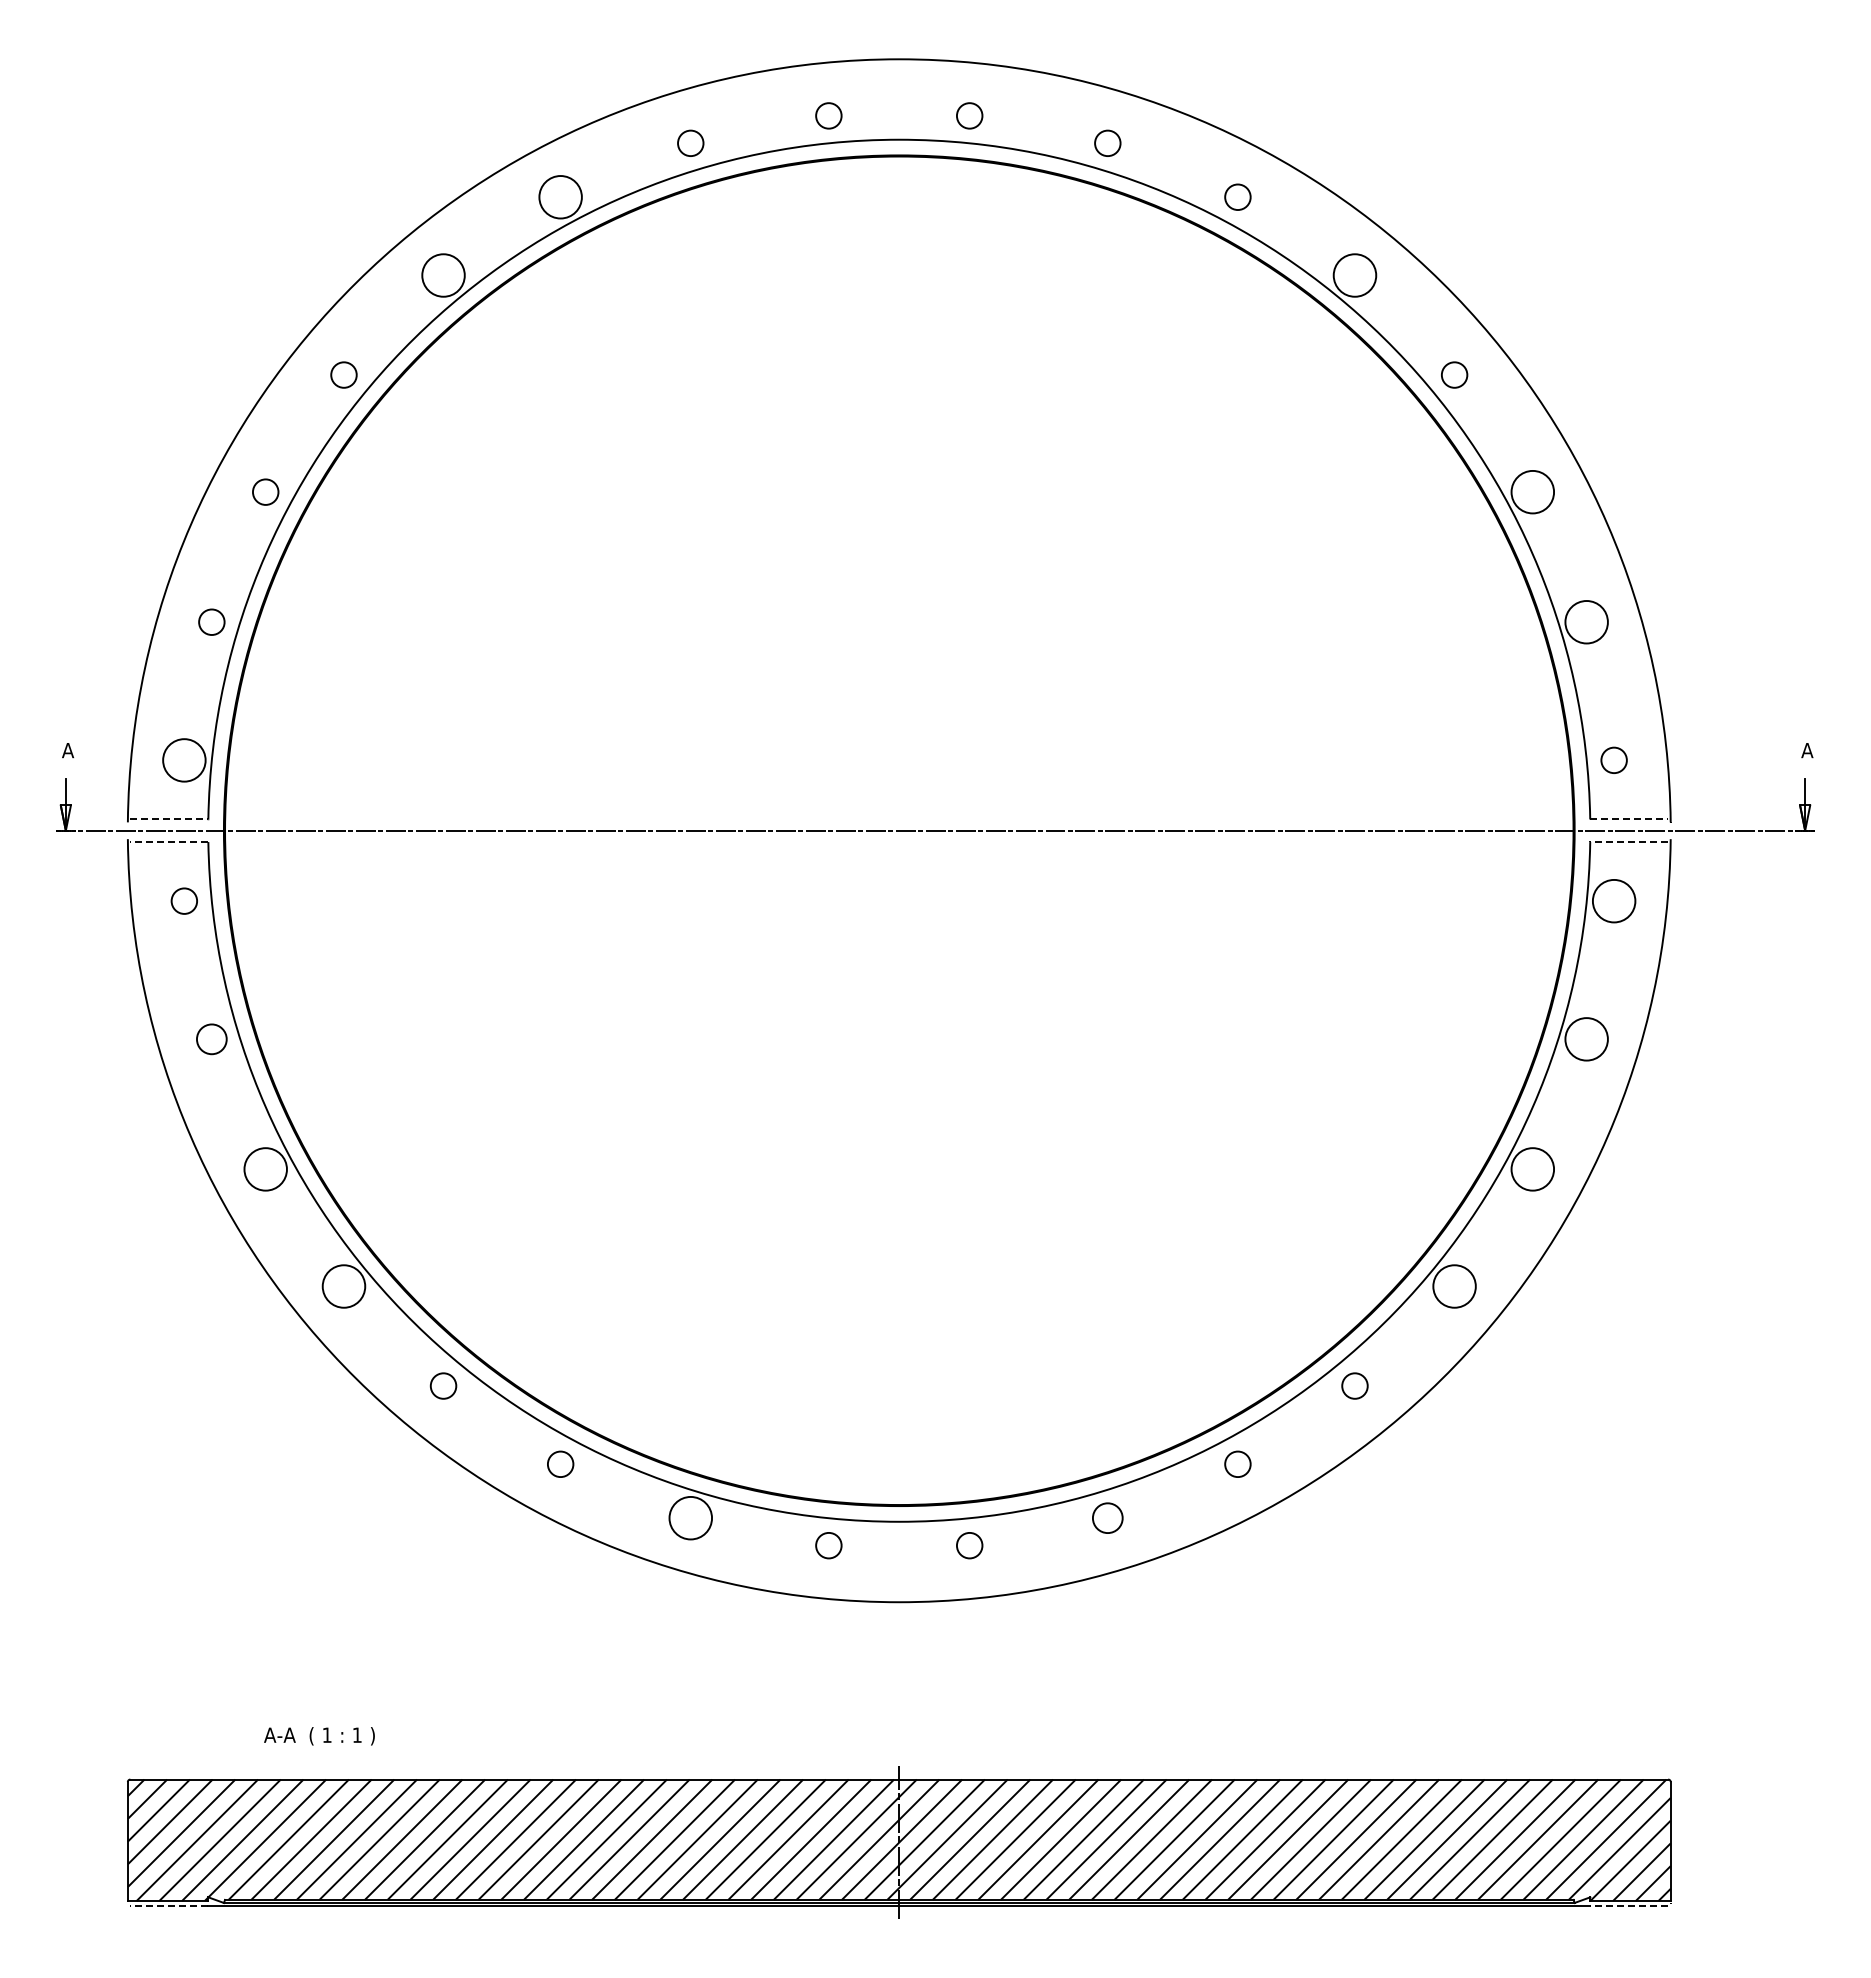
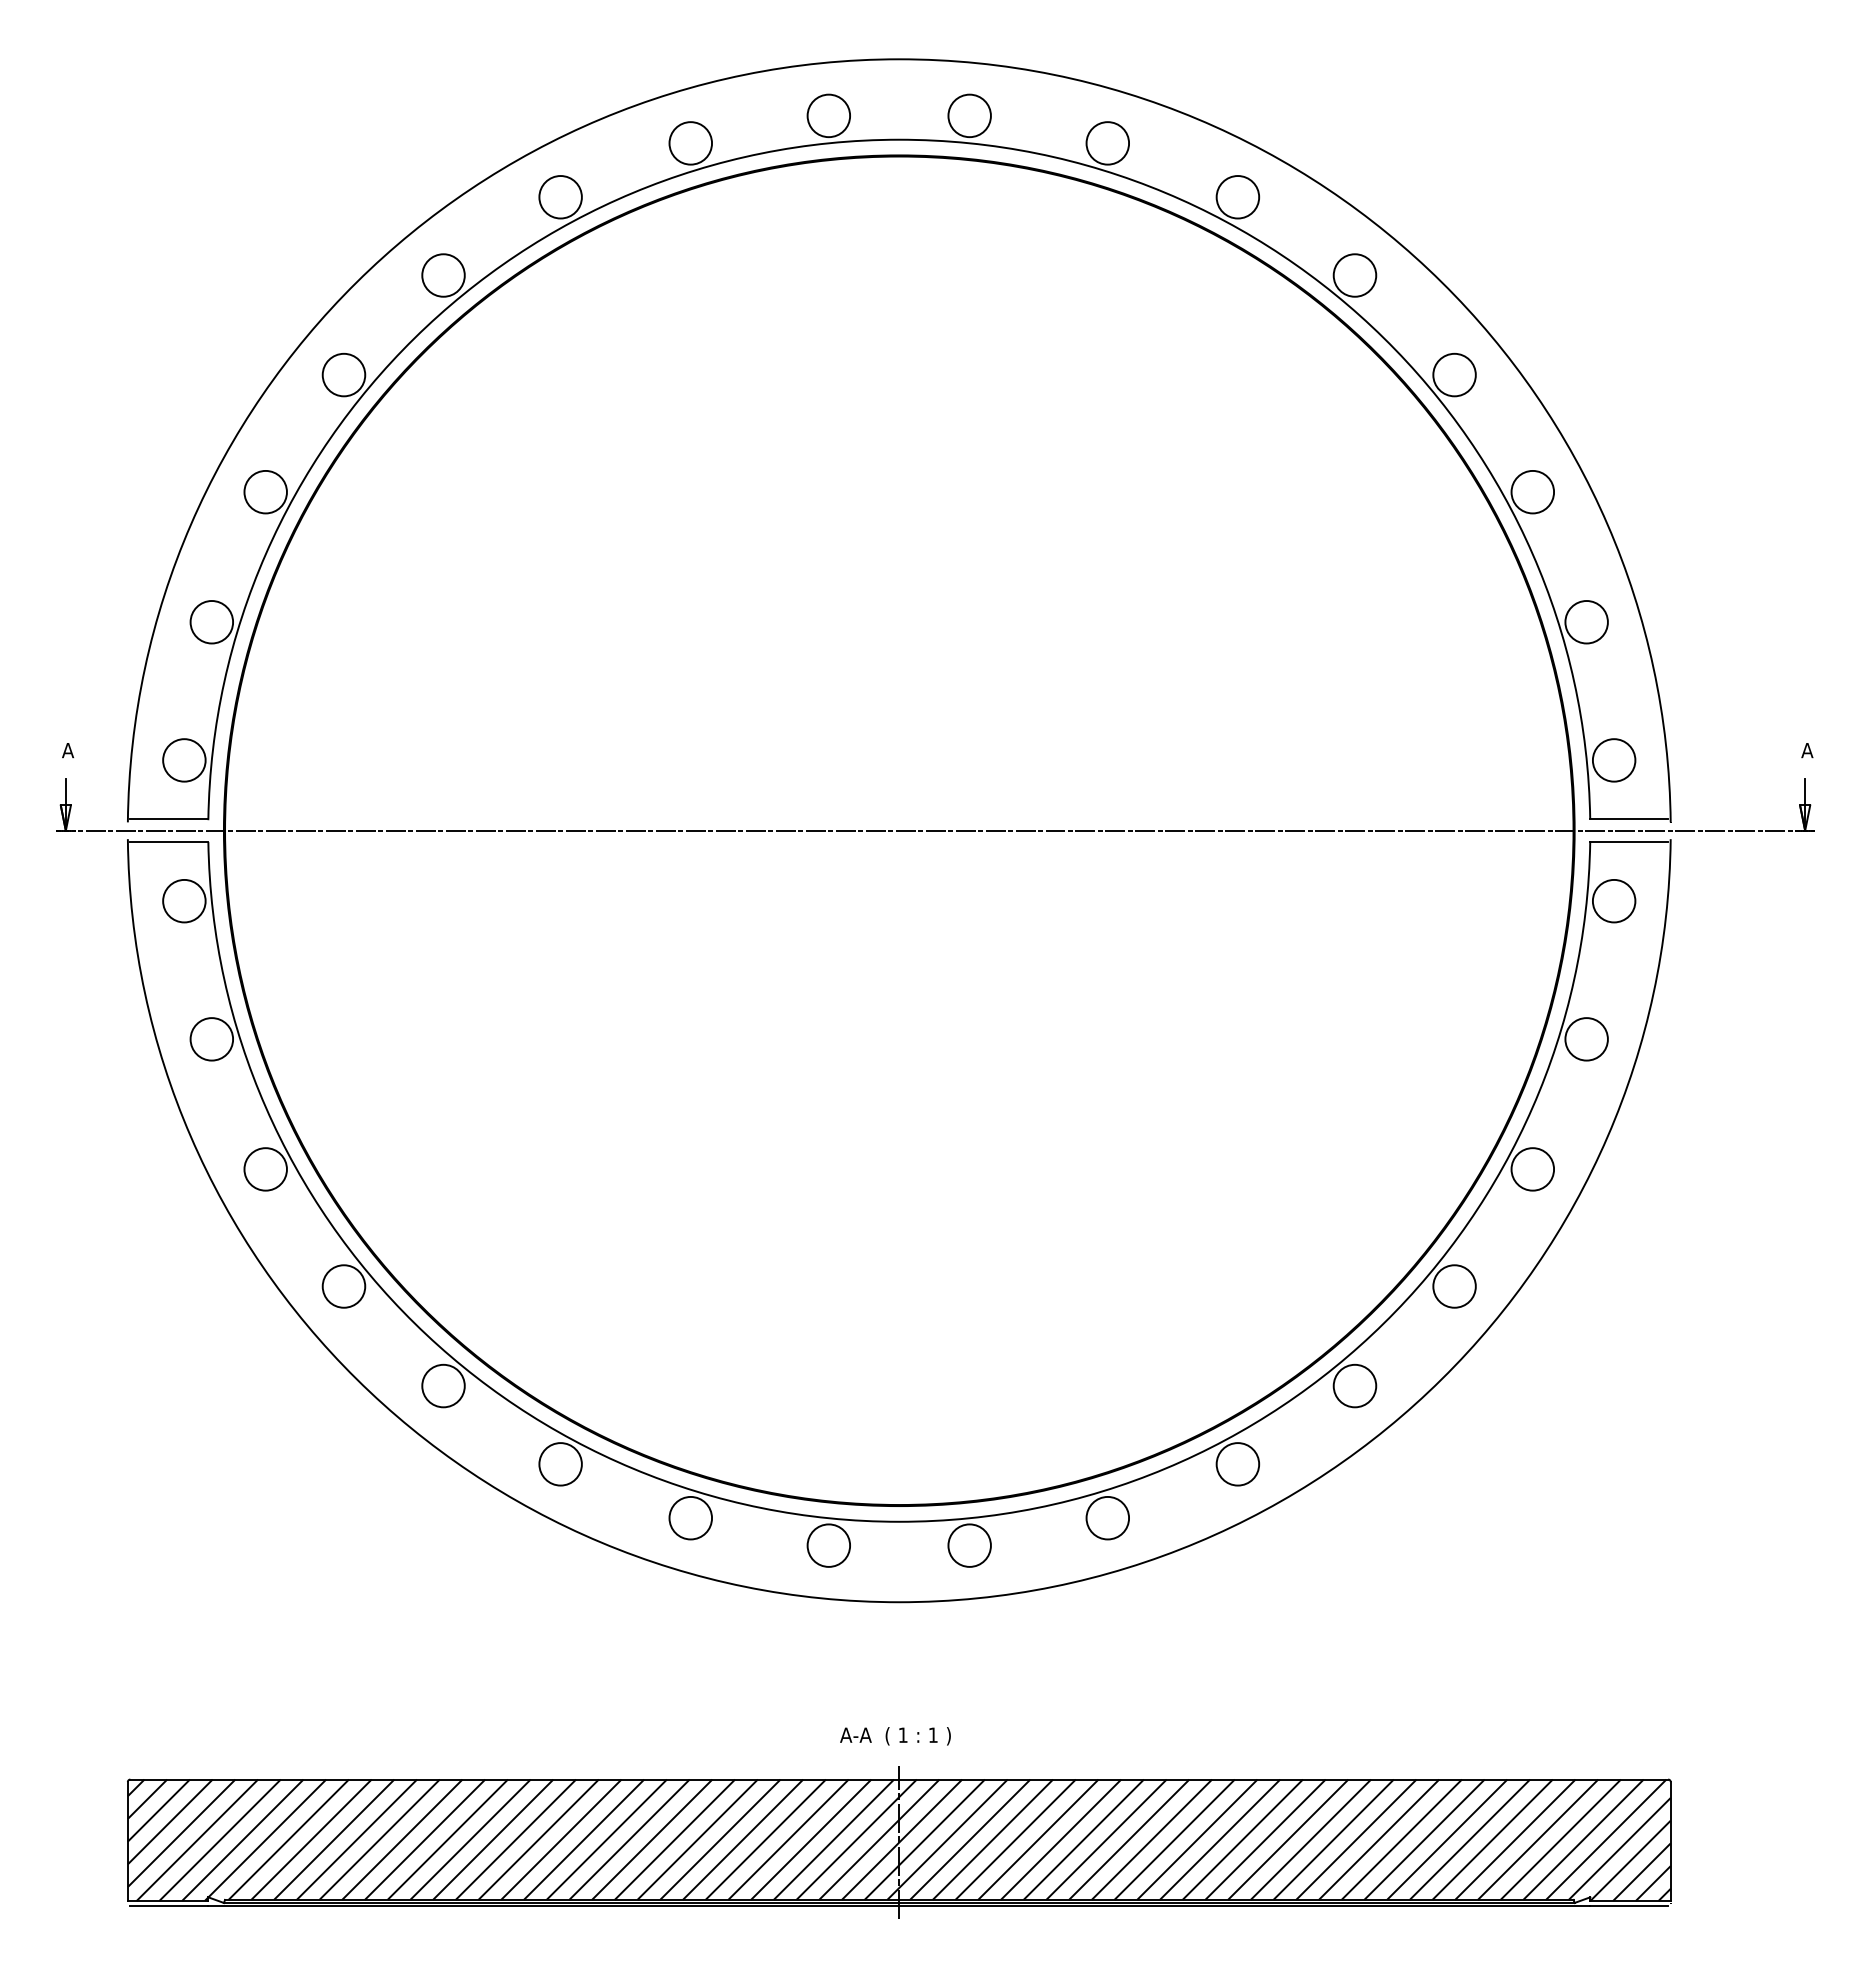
circle at (828, 115) diameter: 25 px -> 42 px
circle at (969, 115) diameter: 25 px -> 42 px
circle at (690, 143) diameter: 25 px -> 42 px
circle at (1107, 143) diameter: 25 px -> 42 px
circle at (1237, 197) diameter: 25 px -> 42 px
circle at (343, 374) diameter: 25 px -> 42 px
circle at (1454, 374) diameter: 25 px -> 42 px
circle at (265, 491) diameter: 25 px -> 42 px
circle at (211, 622) diameter: 25 px -> 42 px
circle at (1613, 760) diameter: 25 px -> 42 px
line at (169, 819): dashed -> solid
line at (1629, 819): dashed -> solid
line at (169, 842): dashed -> solid
line at (1629, 842): dashed -> solid
circle at (184, 900) diameter: 25 px -> 42 px
circle at (211, 1039) diameter: 30 px -> 42 px
circle at (443, 1385) diameter: 25 px -> 42 px
circle at (1354, 1385) diameter: 25 px -> 42 px
circle at (560, 1464) diameter: 25 px -> 42 px
circle at (1237, 1464) diameter: 25 px -> 42 px
circle at (1107, 1518) diameter: 30 px -> 42 px
circle at (828, 1545) diameter: 25 px -> 42 px
circle at (969, 1545) diameter: 25 px -> 42 px
text at (319, 1736) position: (319, 1736) -> (895, 1736)
line at (169, 1906): dashed -> solid
line at (1629, 1906): dashed -> solid
